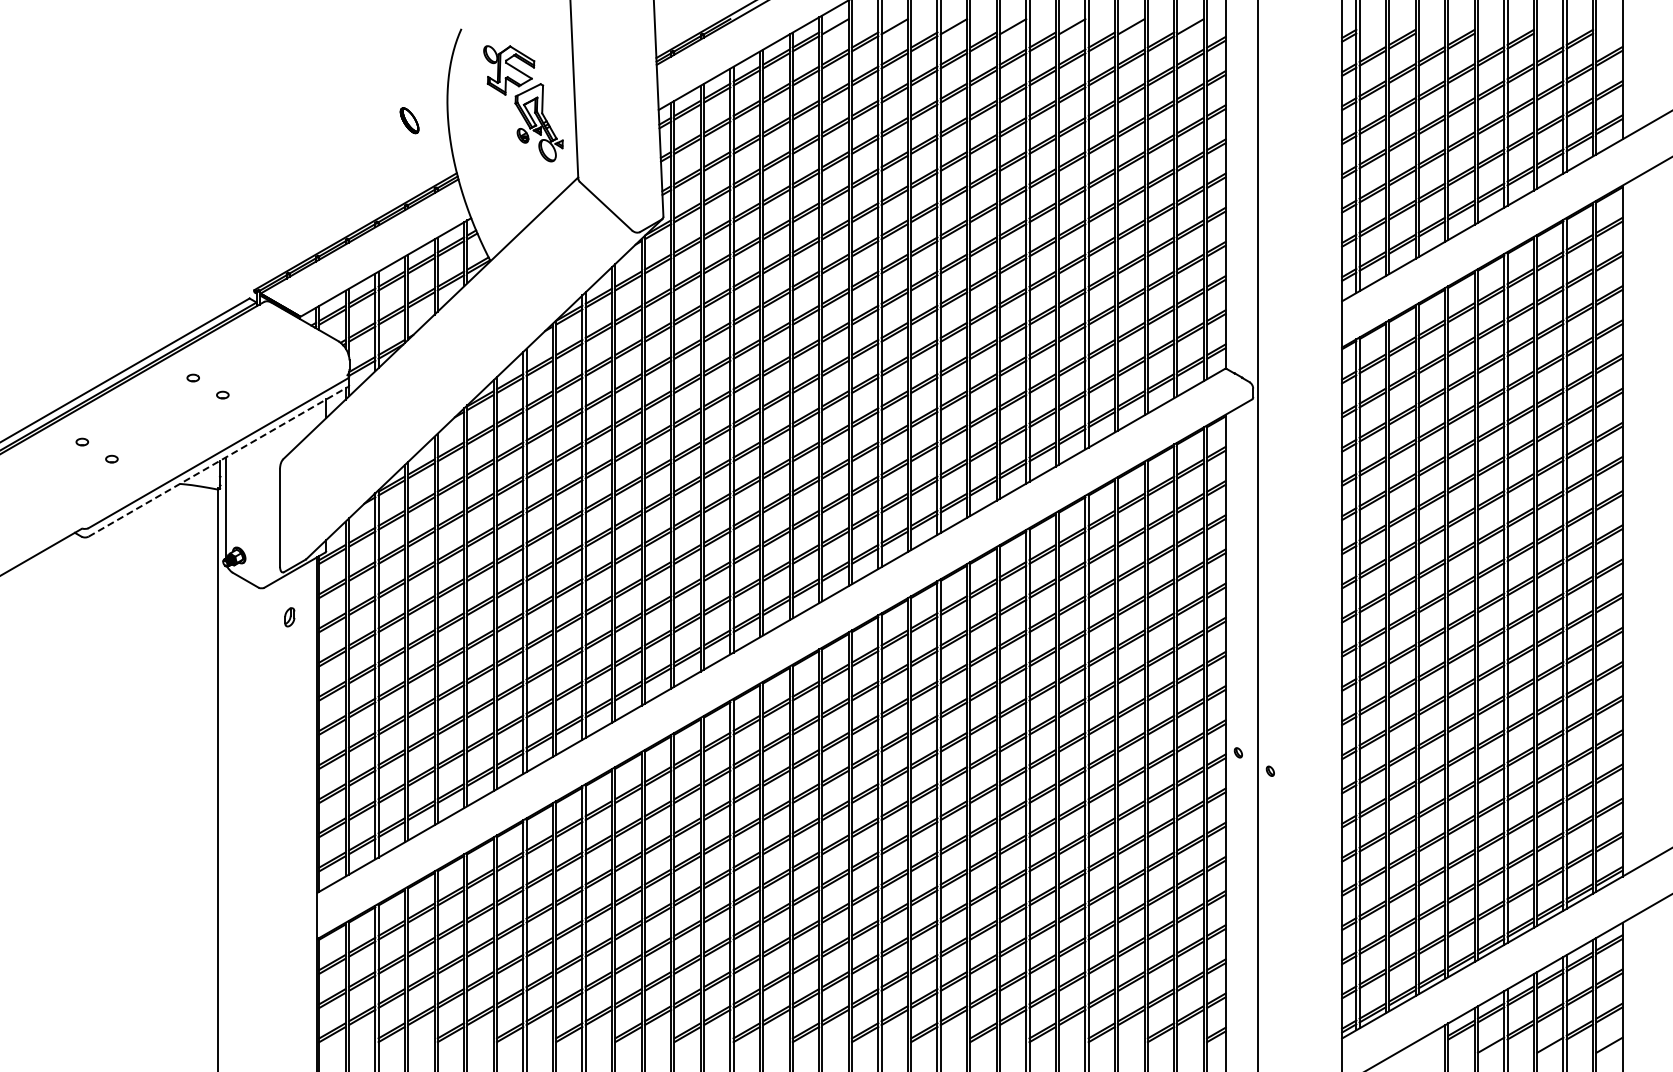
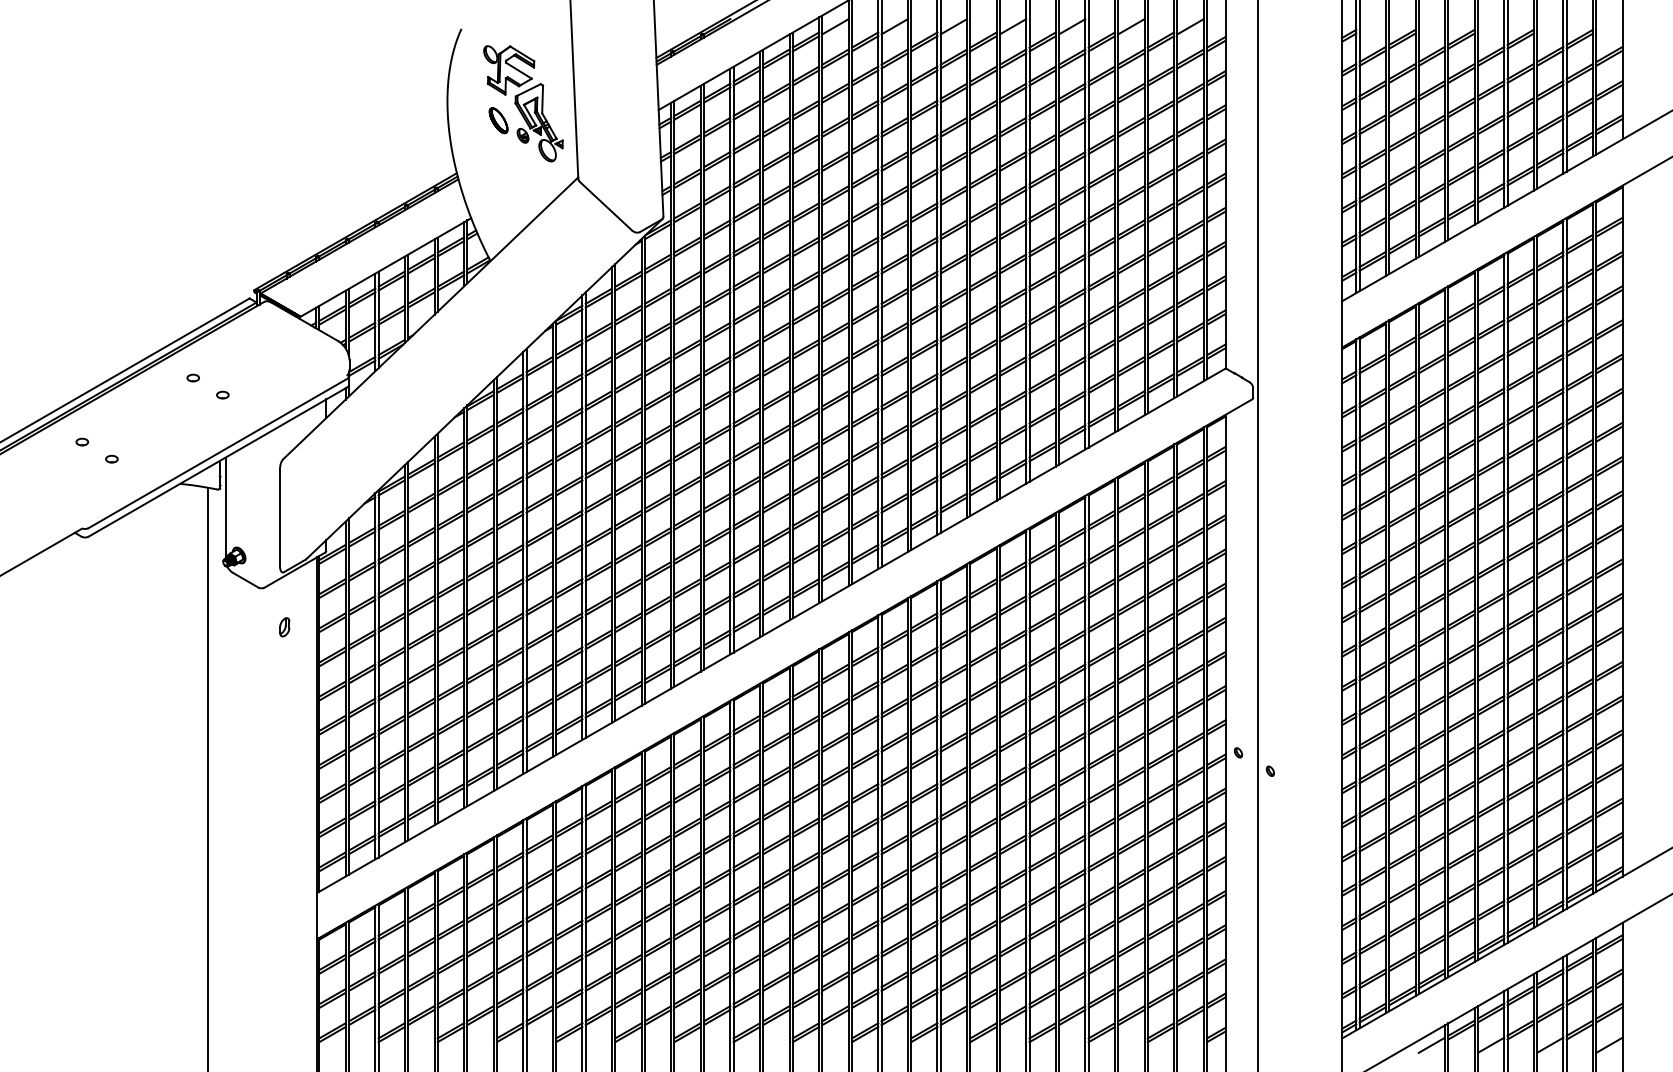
part at (409, 120) position: (409, 120) -> (498, 120)
line at (218, 461): dashed -> solid
part at (289, 617) position: (289, 617) -> (284, 627)
line at (217, 777) position: (217, 777) -> (207, 777)
line at (1431, 1044): none -> present
